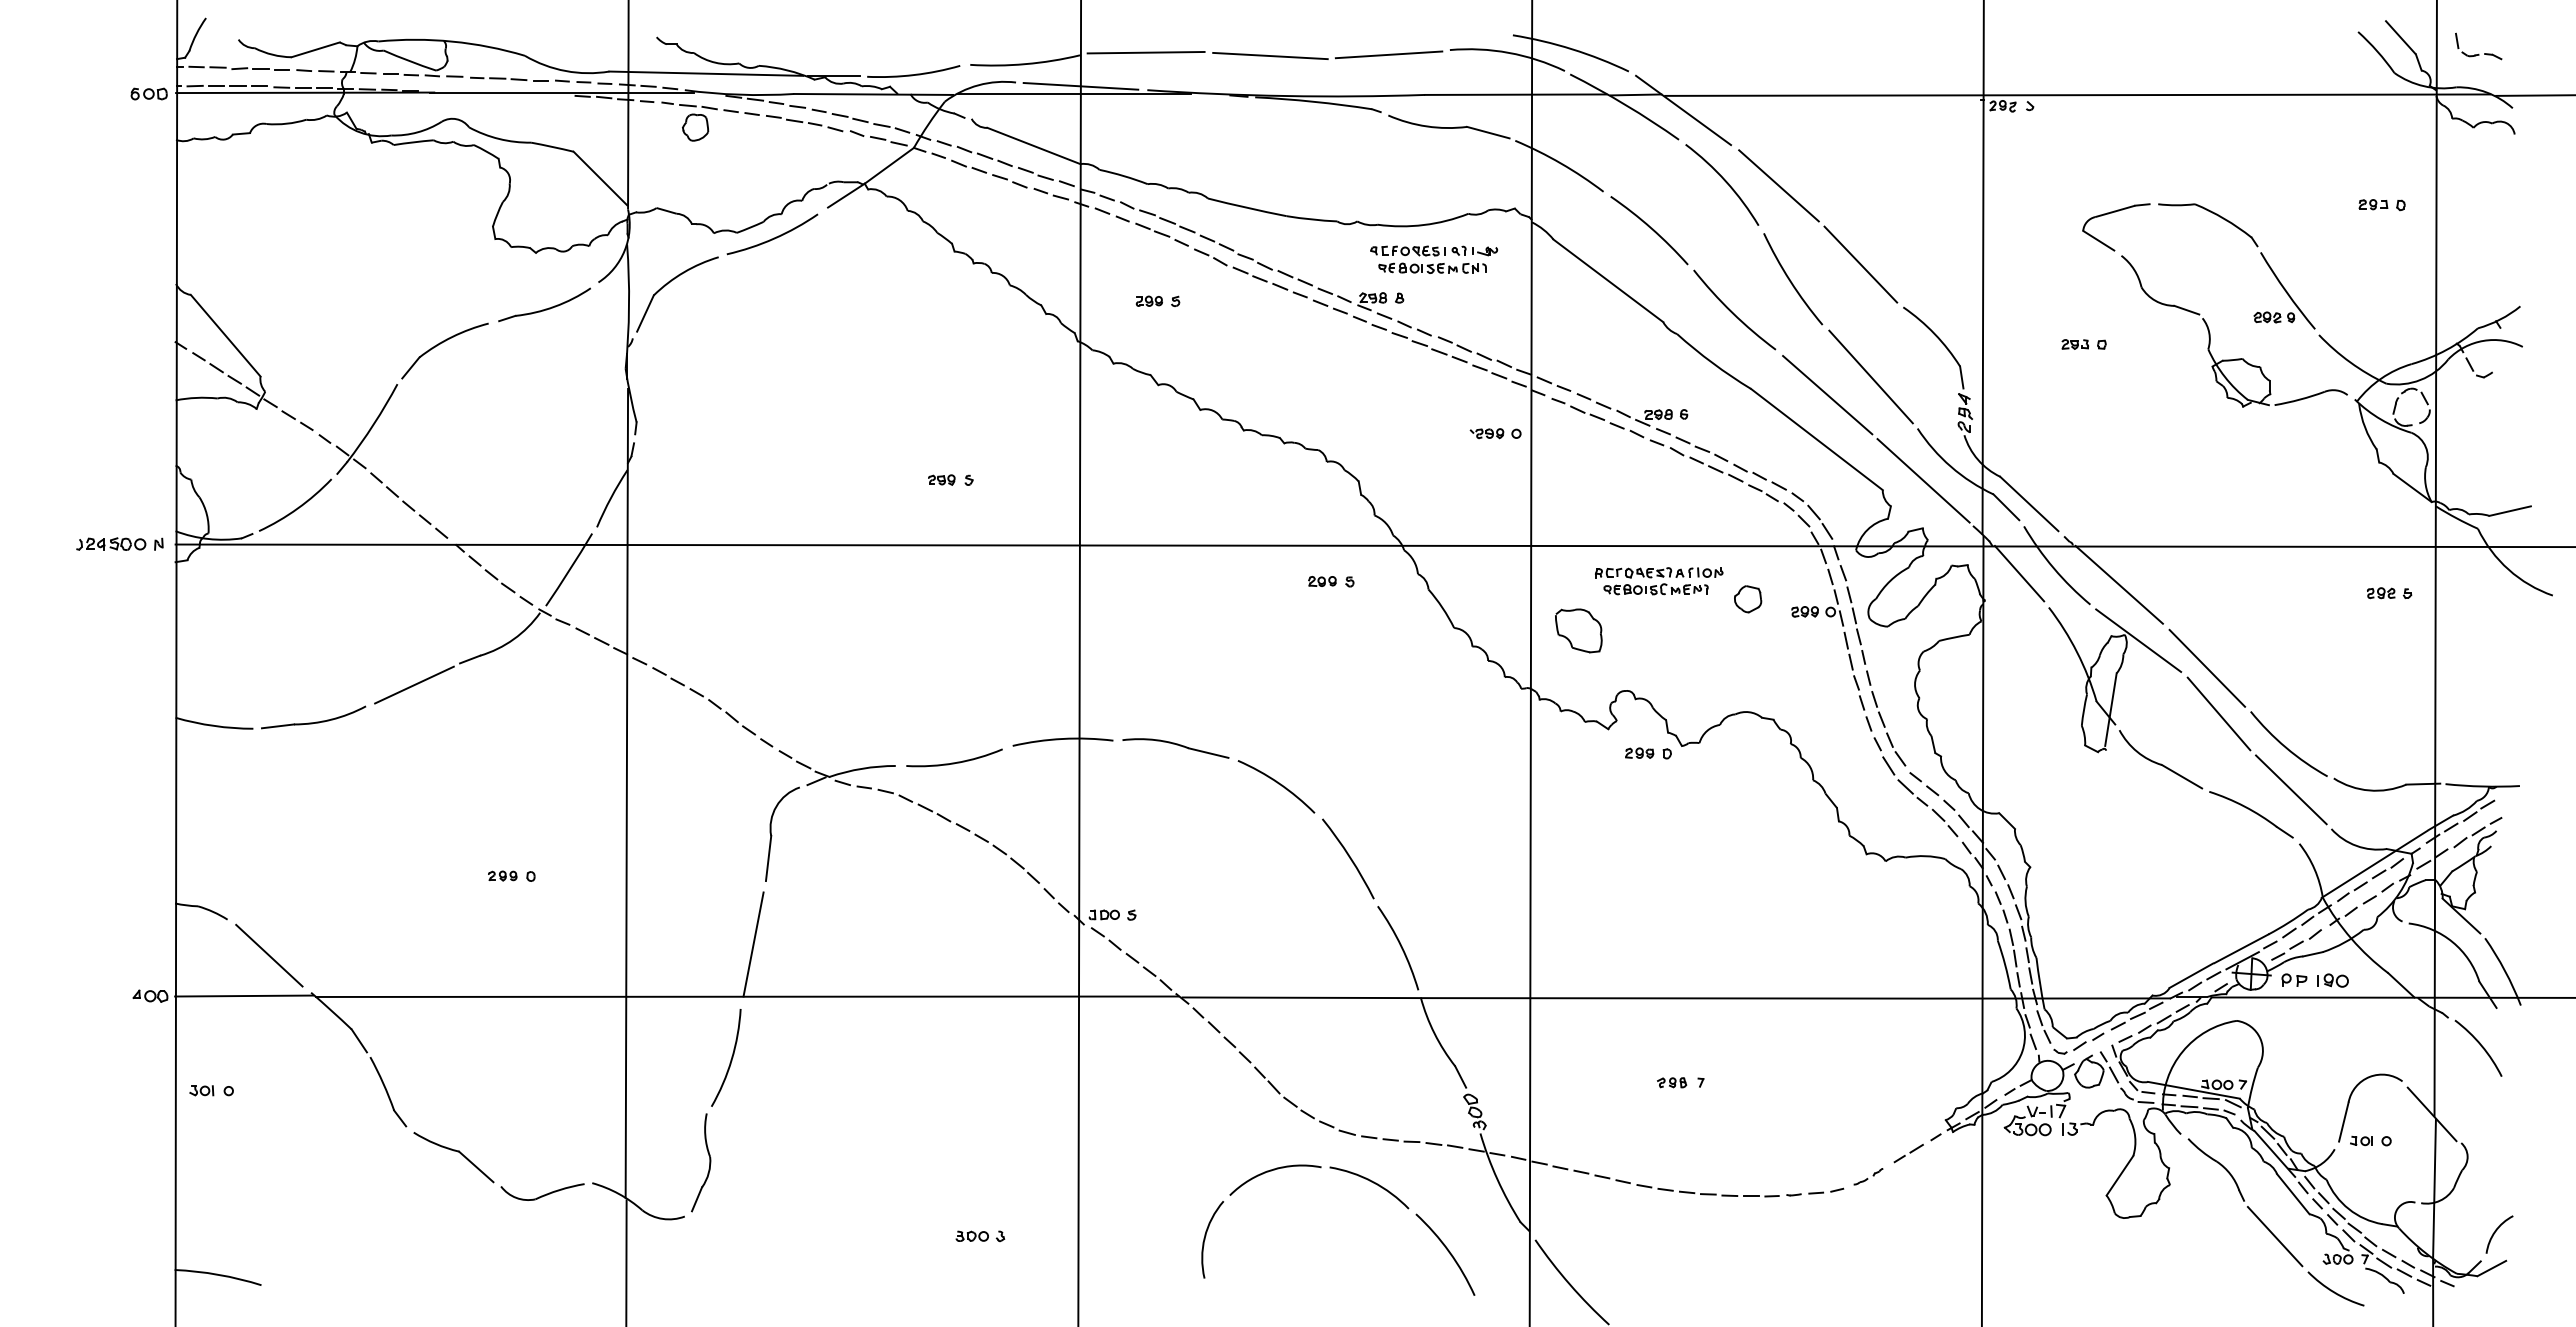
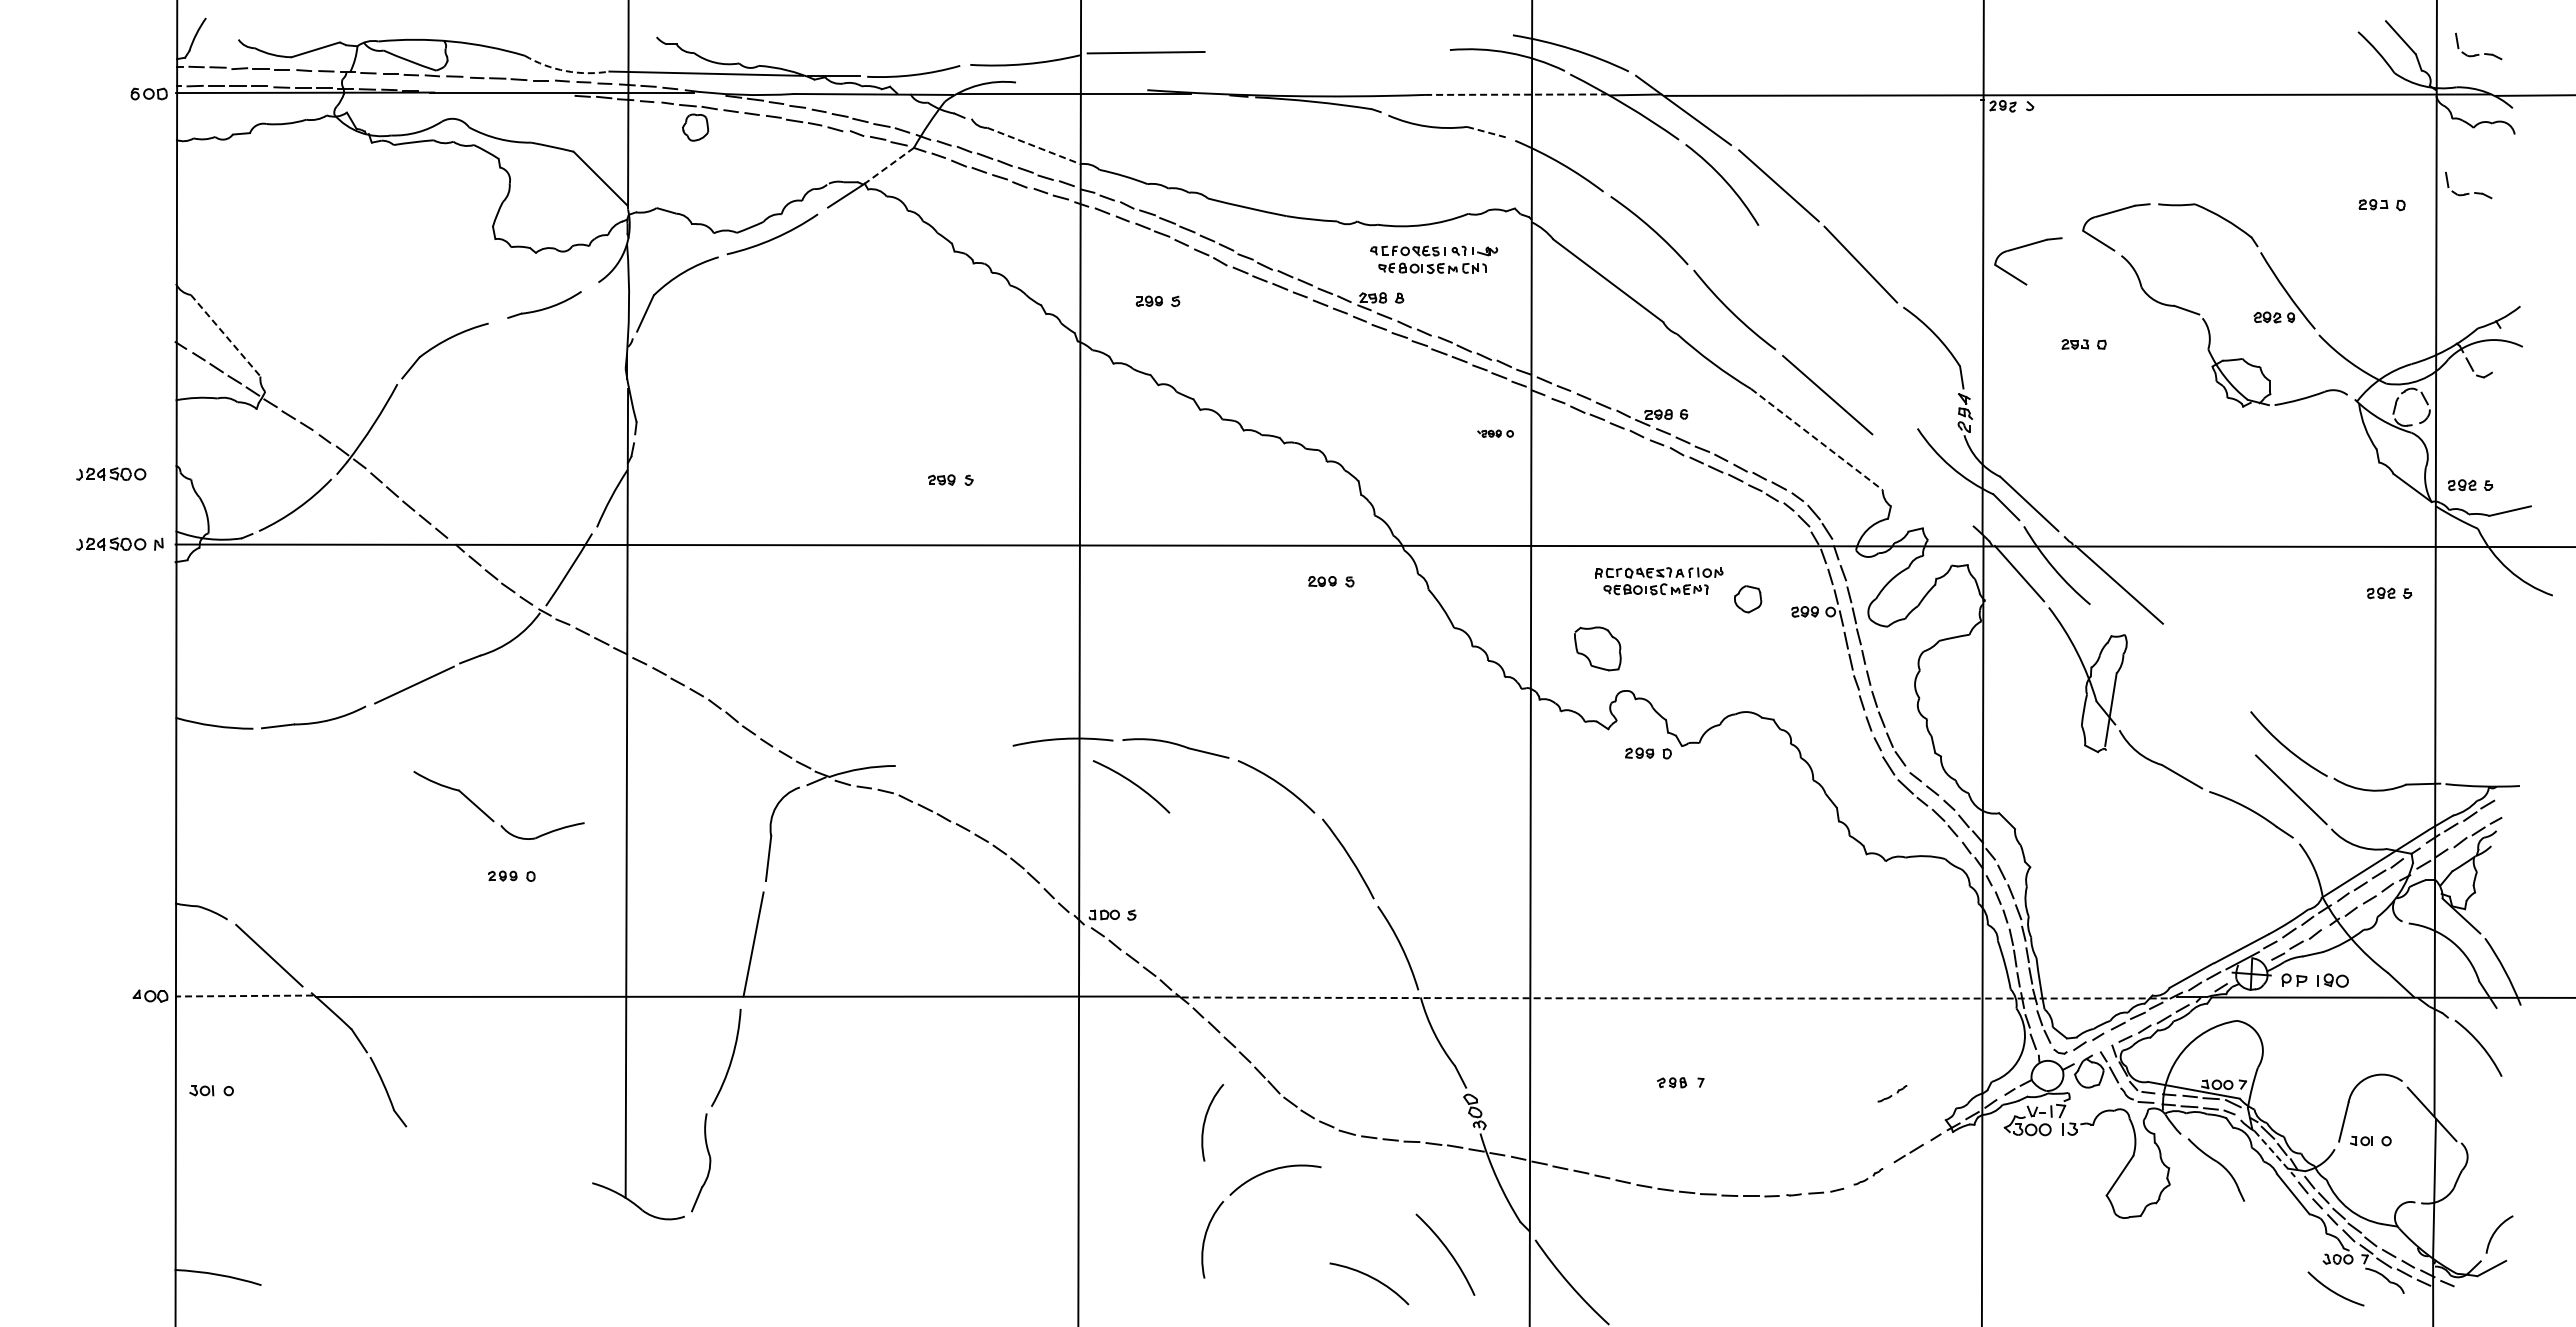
line at (1388, 54): present -> none
line at (1270, 55): present -> none
arc at (565, 71): solid -> dashed
line at (1080, 86): present -> none
line at (1515, 94): solid -> dashed
line at (1488, 132): solid -> dashed
line at (1033, 146): solid -> dashed
line at (888, 166): solid -> dashed
part at (2468, 192): none -> present
part at (2024, 247): none -> present
arc at (1791, 280): present -> none
part at (544, 304) size: 93x36 px -> 75x28 px
line at (225, 335): solid -> dashed
line at (1870, 376): present -> none
part at (1495, 433) size: 53x12 px -> 37x9 px
line at (1817, 439): solid -> dashed
part at (111, 473): none -> present
line at (1923, 480): present -> none
part at (2470, 485): none -> present
part at (1578, 630) position: (1578, 630) -> (1597, 648)
line at (2138, 640): present -> none
line at (2207, 667): present -> none
line at (2218, 713): present -> none
arc at (957, 761): present -> none
arc at (1133, 784): none -> present
line at (244, 996): solid -> dashed
arc at (1676, 998): solid -> dashed
part at (1892, 1093): none -> present
arc at (1206, 1119): none -> present
line at (2274, 1154): solid -> dashed
part at (488, 1176) position: (488, 1176) -> (488, 815)
arc at (1371, 1182) position: (1371, 1182) -> (1371, 1278)
part at (980, 1236): present -> none
line at (2274, 1236): present -> none
line at (626, 1261): present -> none
